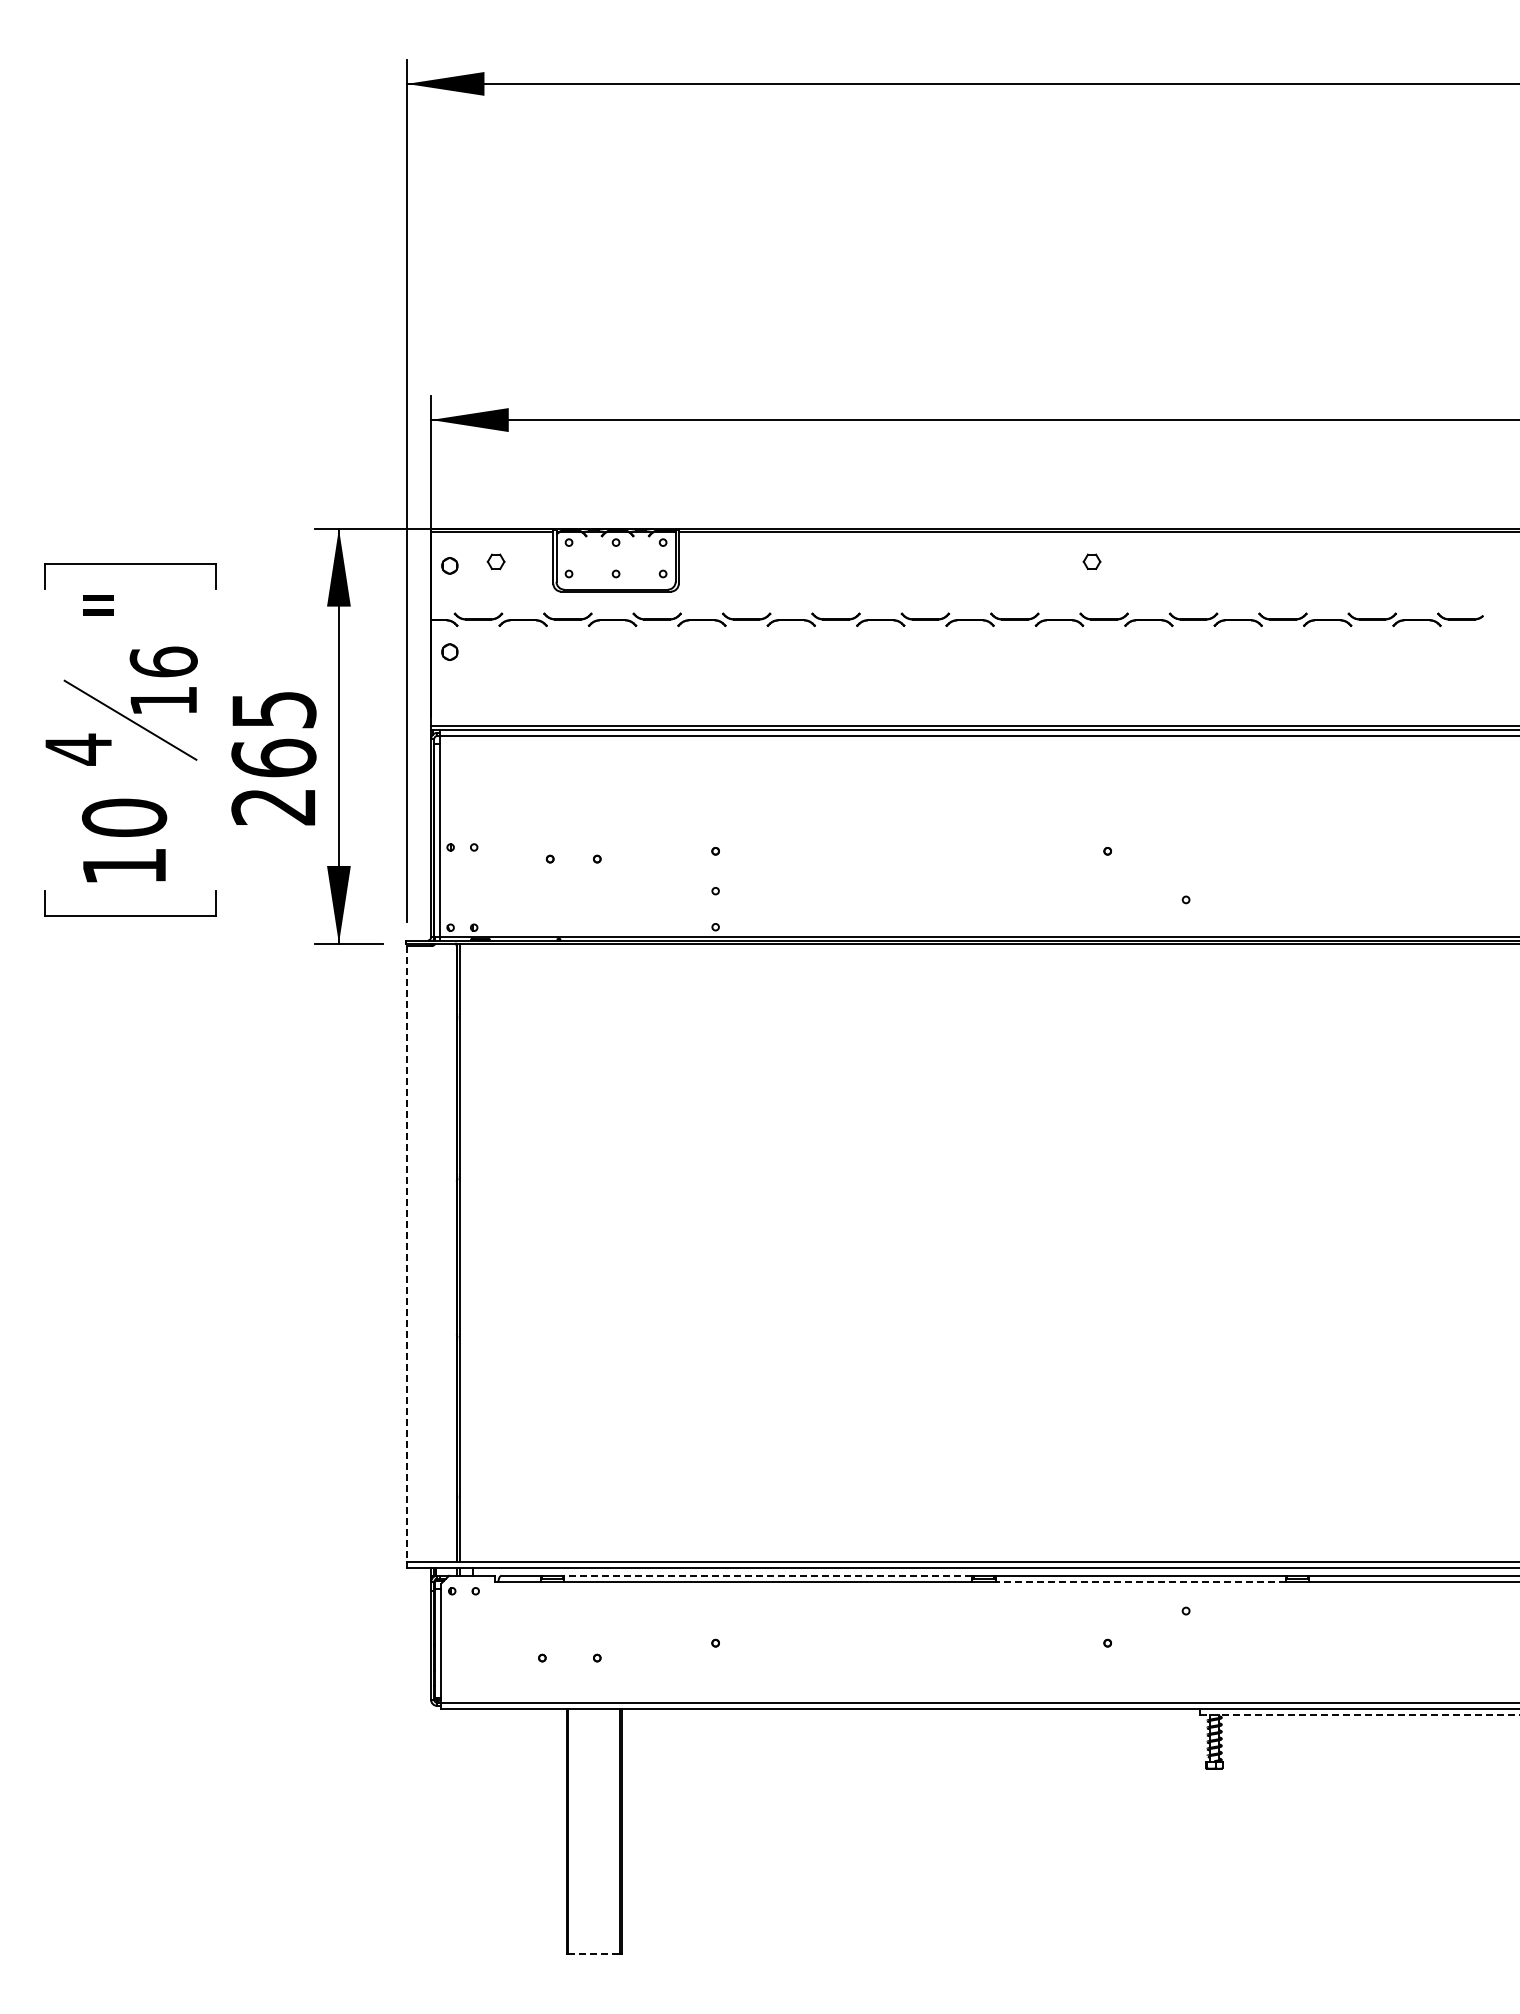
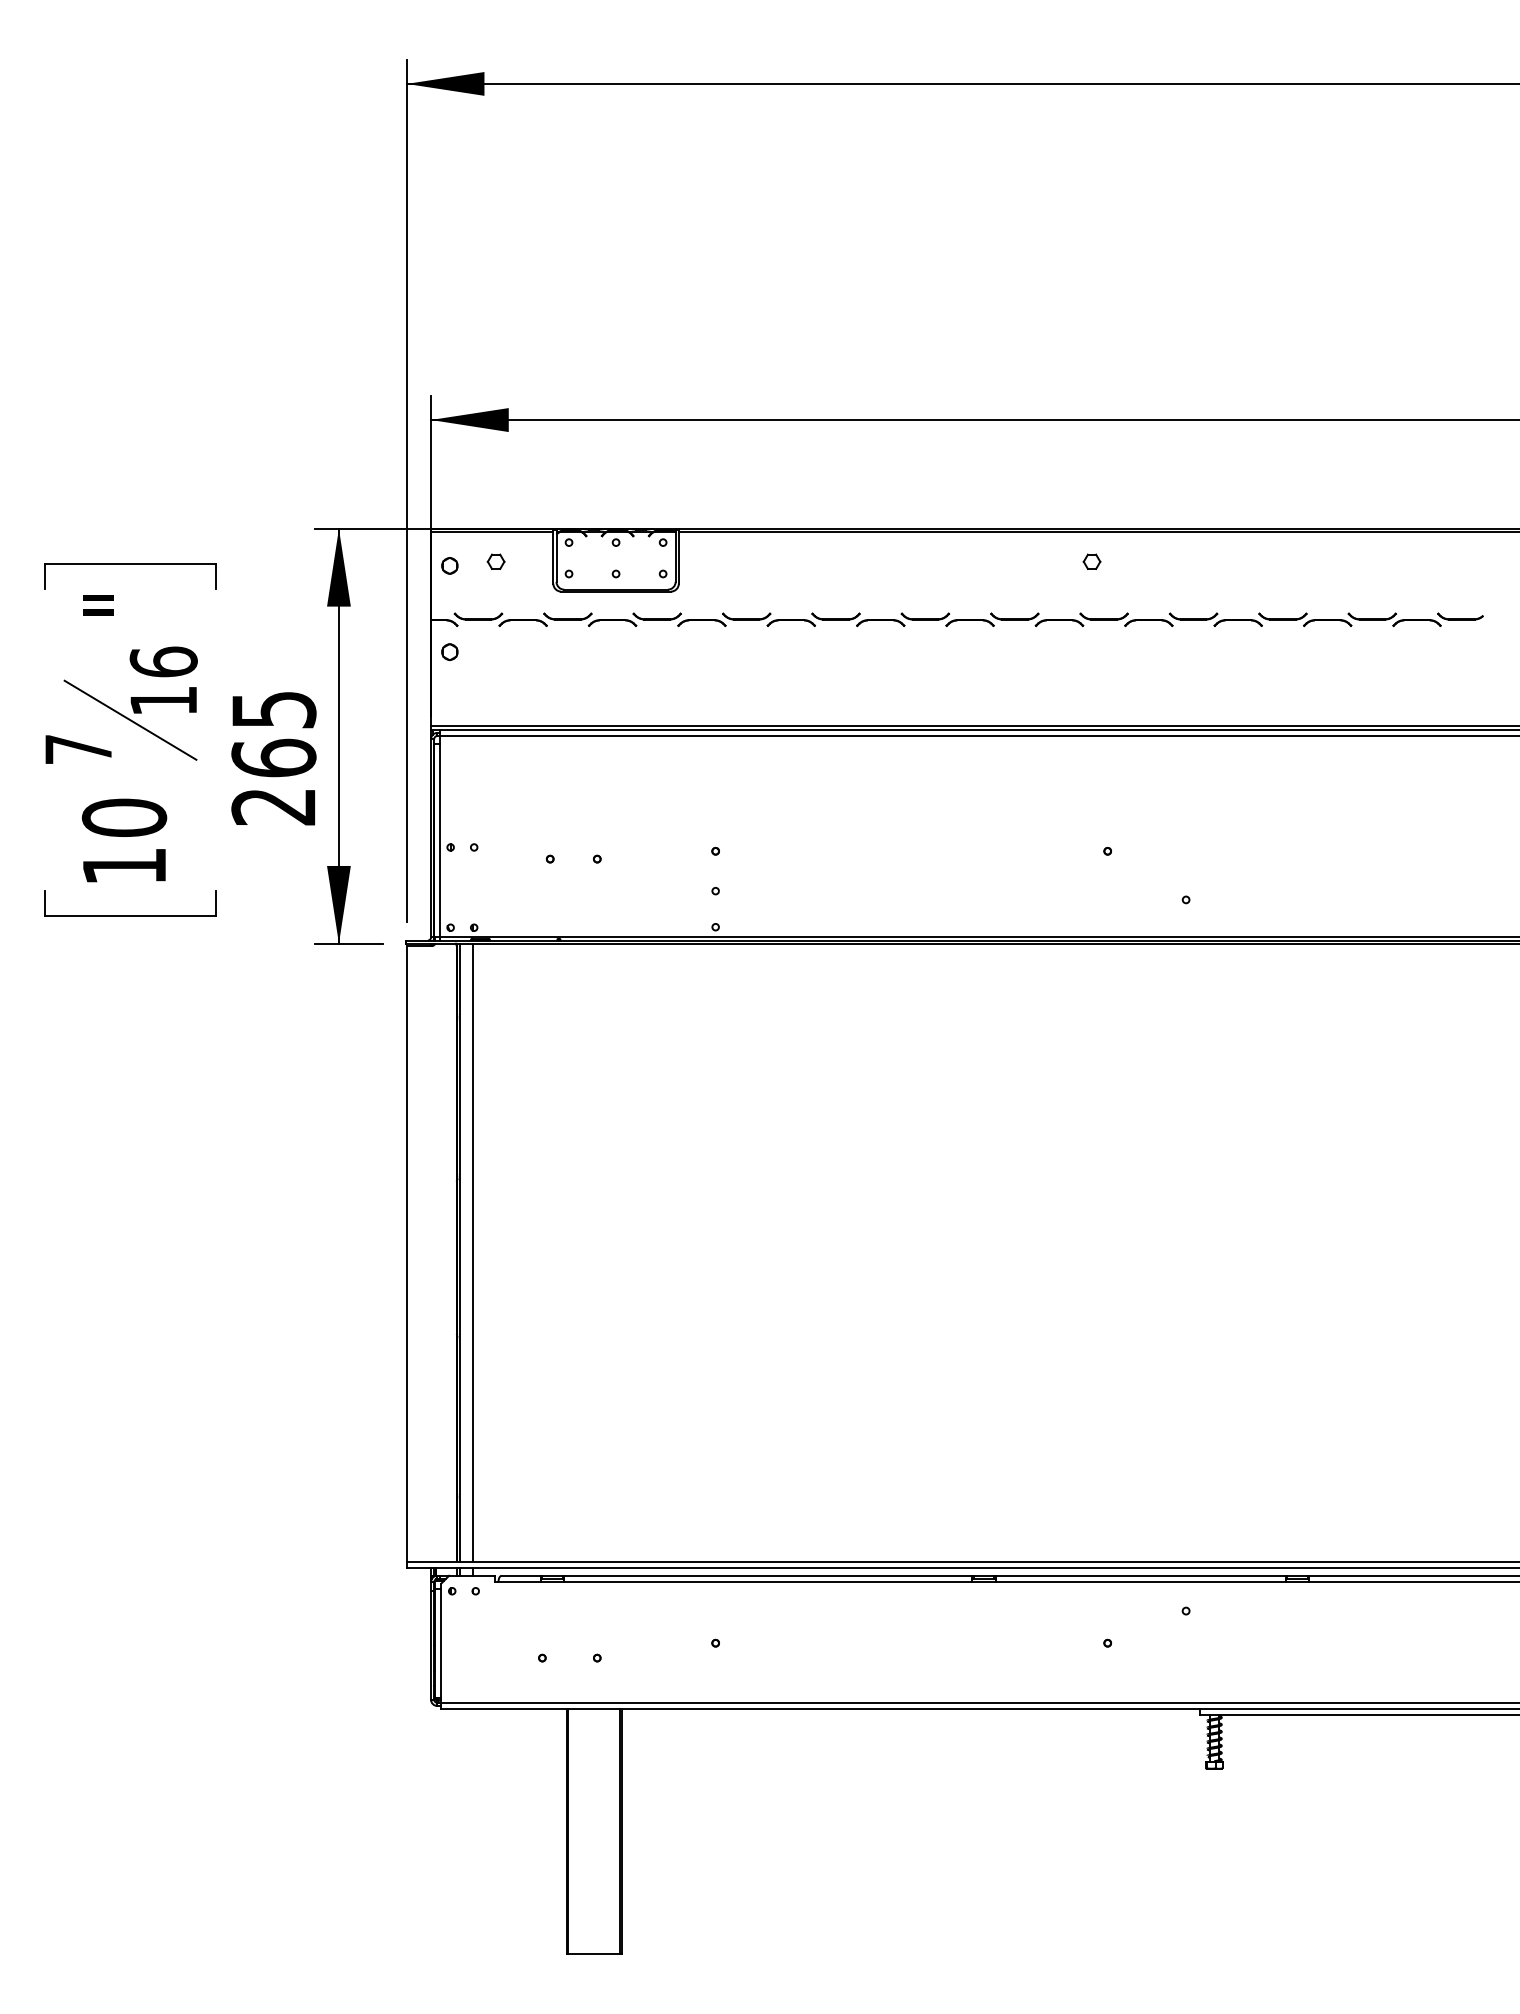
text at (78, 749): 4 -> 7
line at (472, 1252): none -> present
line at (406, 1253): dashed -> solid
line at (768, 1575): dashed -> solid
line at (1140, 1582): dashed -> solid
line at (1360, 1715): dashed -> solid
line at (594, 1953): dashed -> solid
